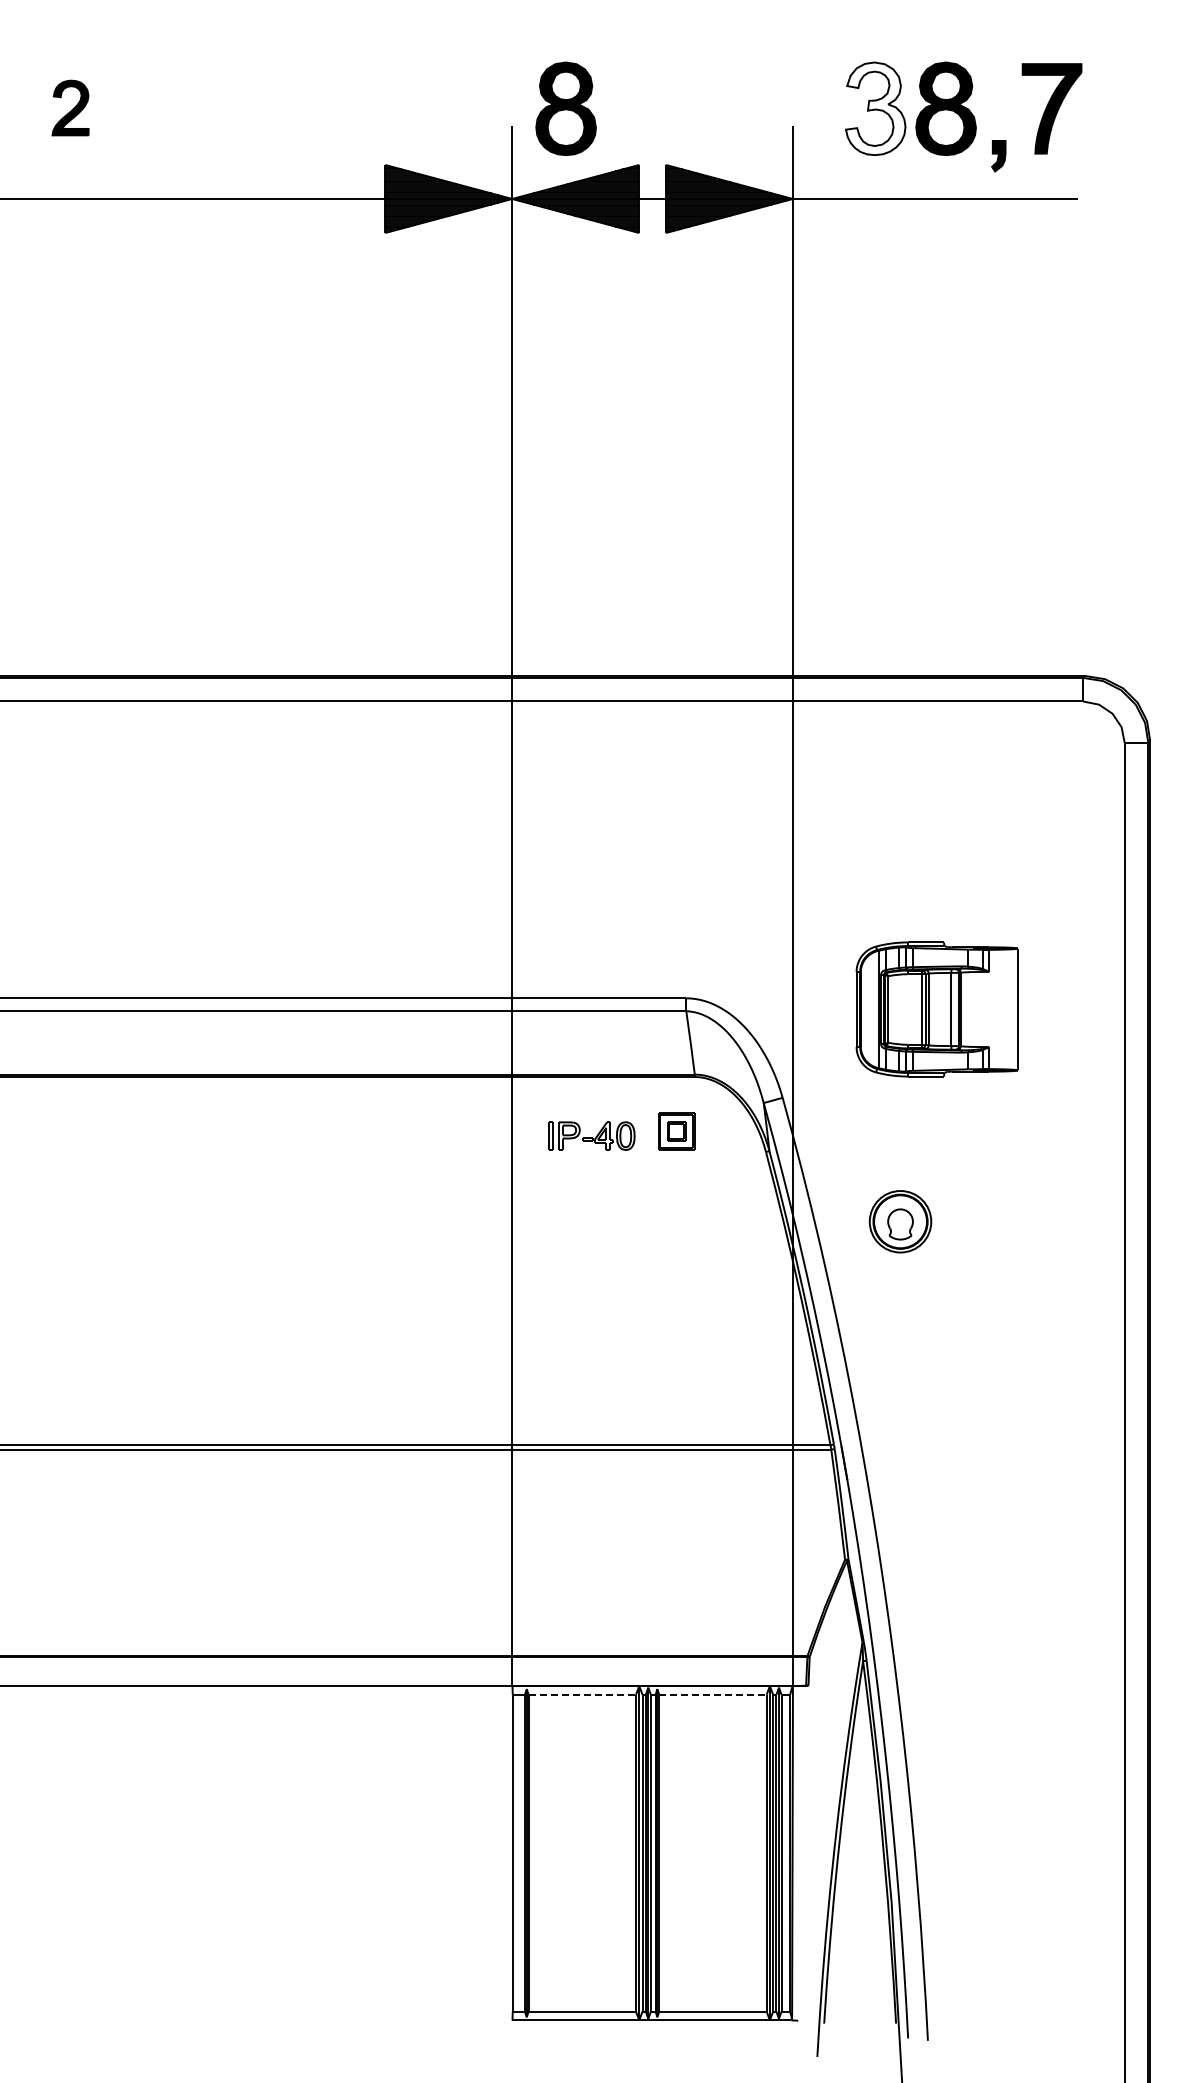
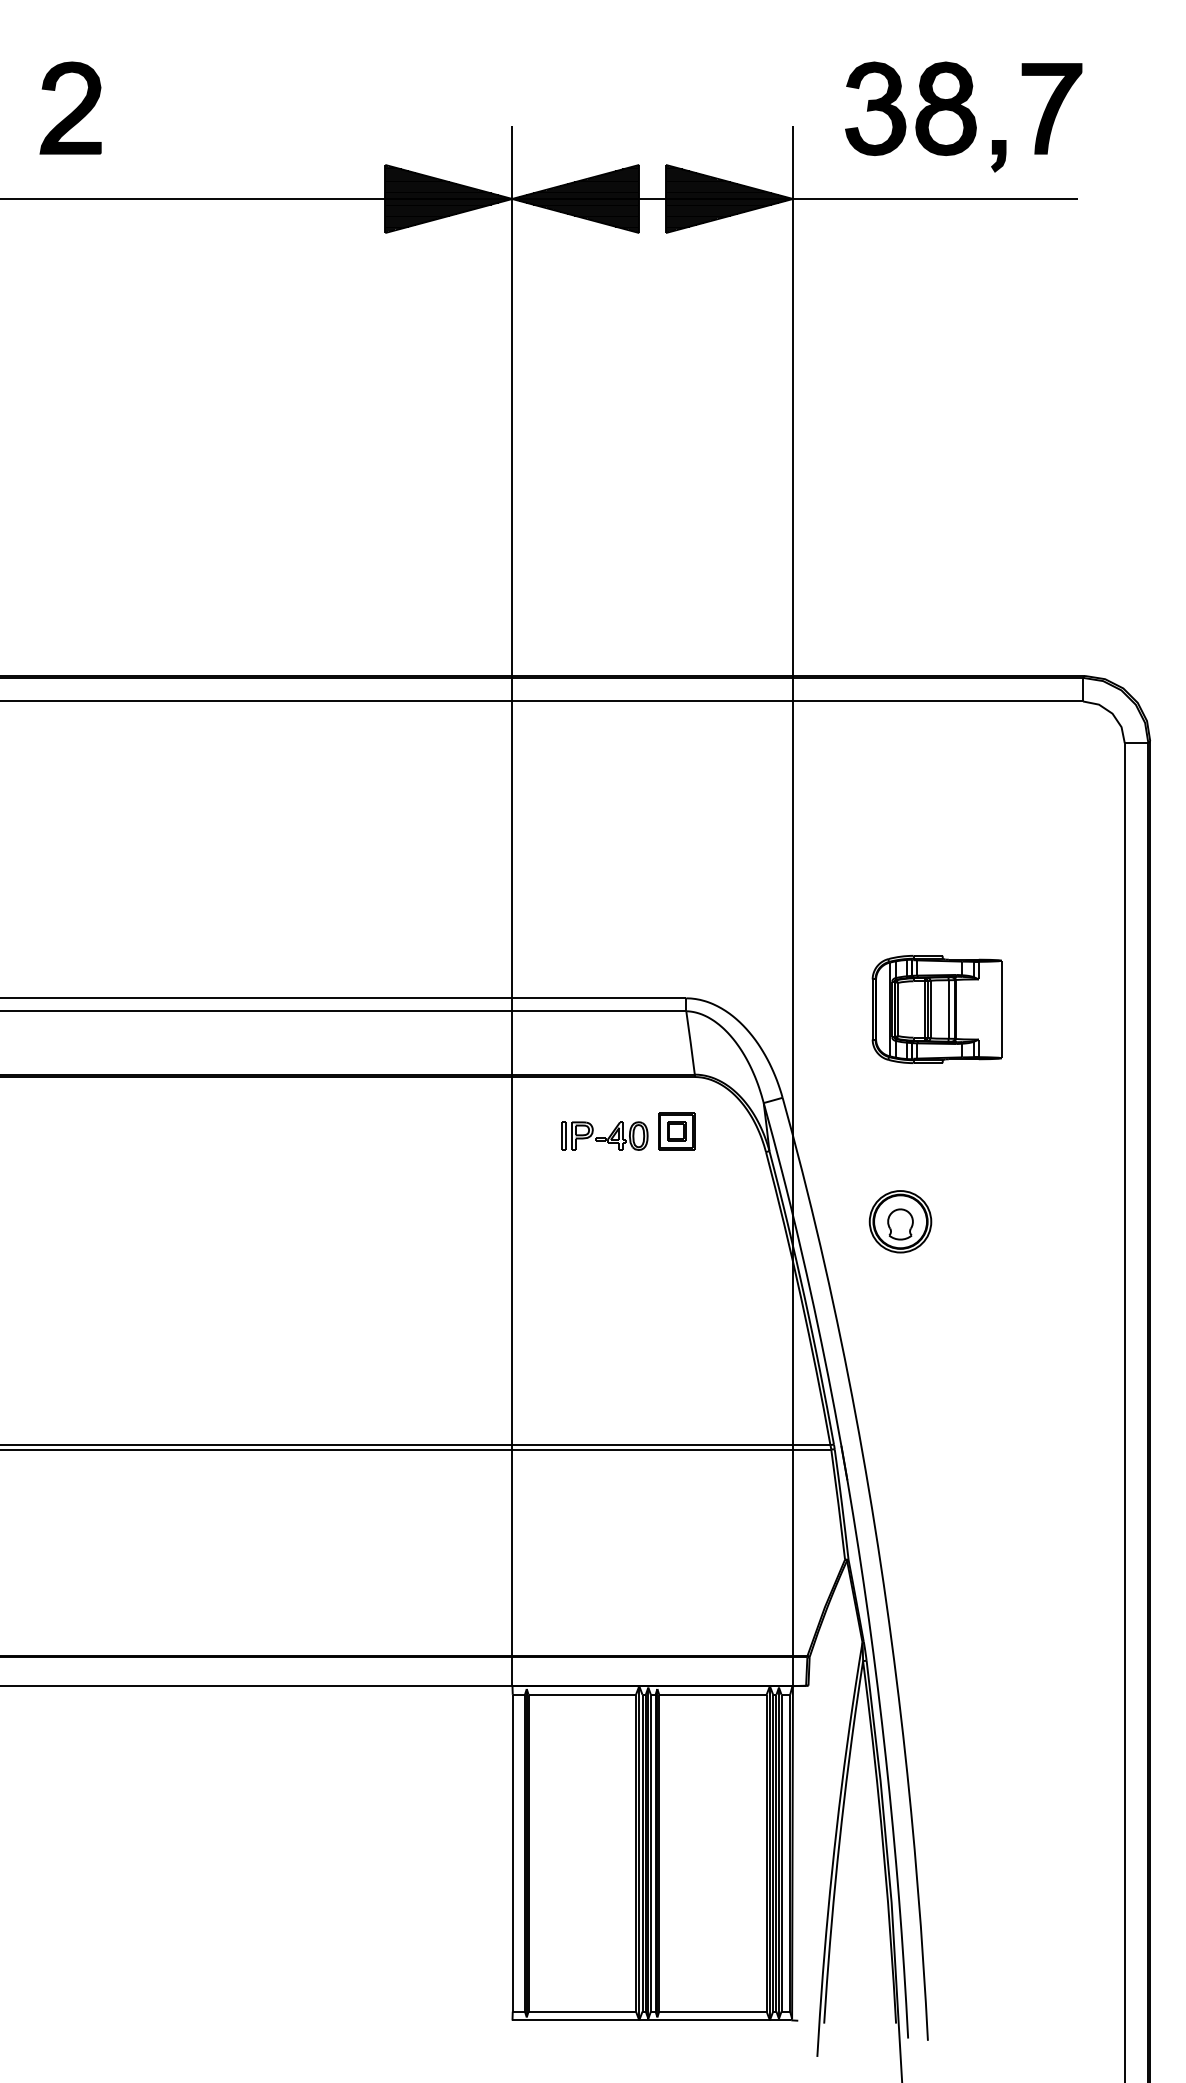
part at (70, 107) size: 39x58 px -> 63x94 px
part at (565, 108): present -> none
fill at (875, 108): none -> present
part at (936, 1009) size: 164x137 px -> 132x109 px
part at (591, 1135) position: (591, 1135) -> (604, 1135)
line at (582, 1694): dashed -> solid
line at (712, 1694): dashed -> solid
